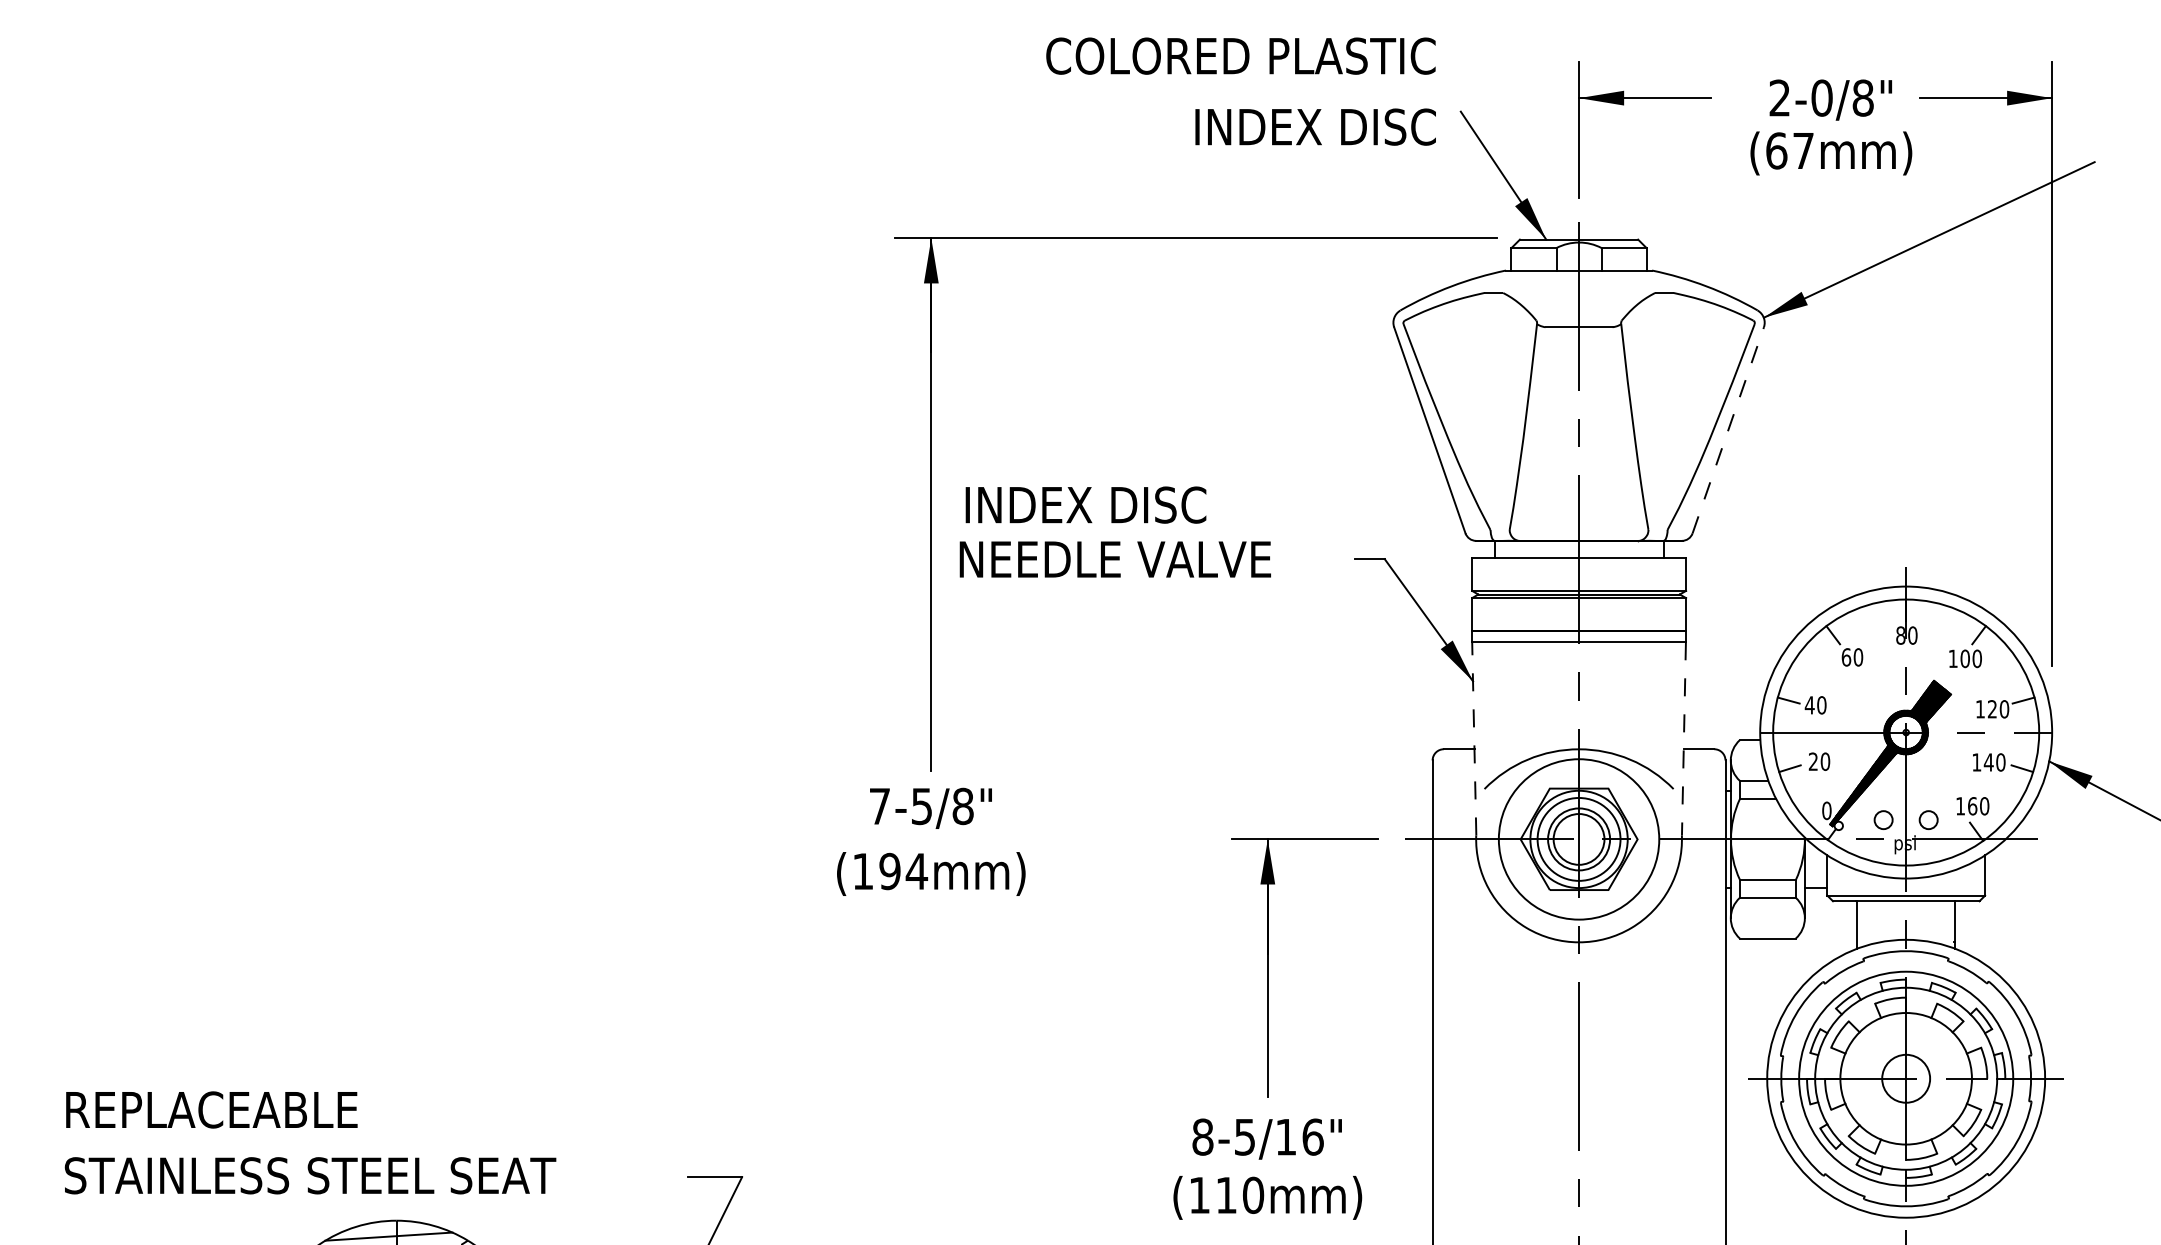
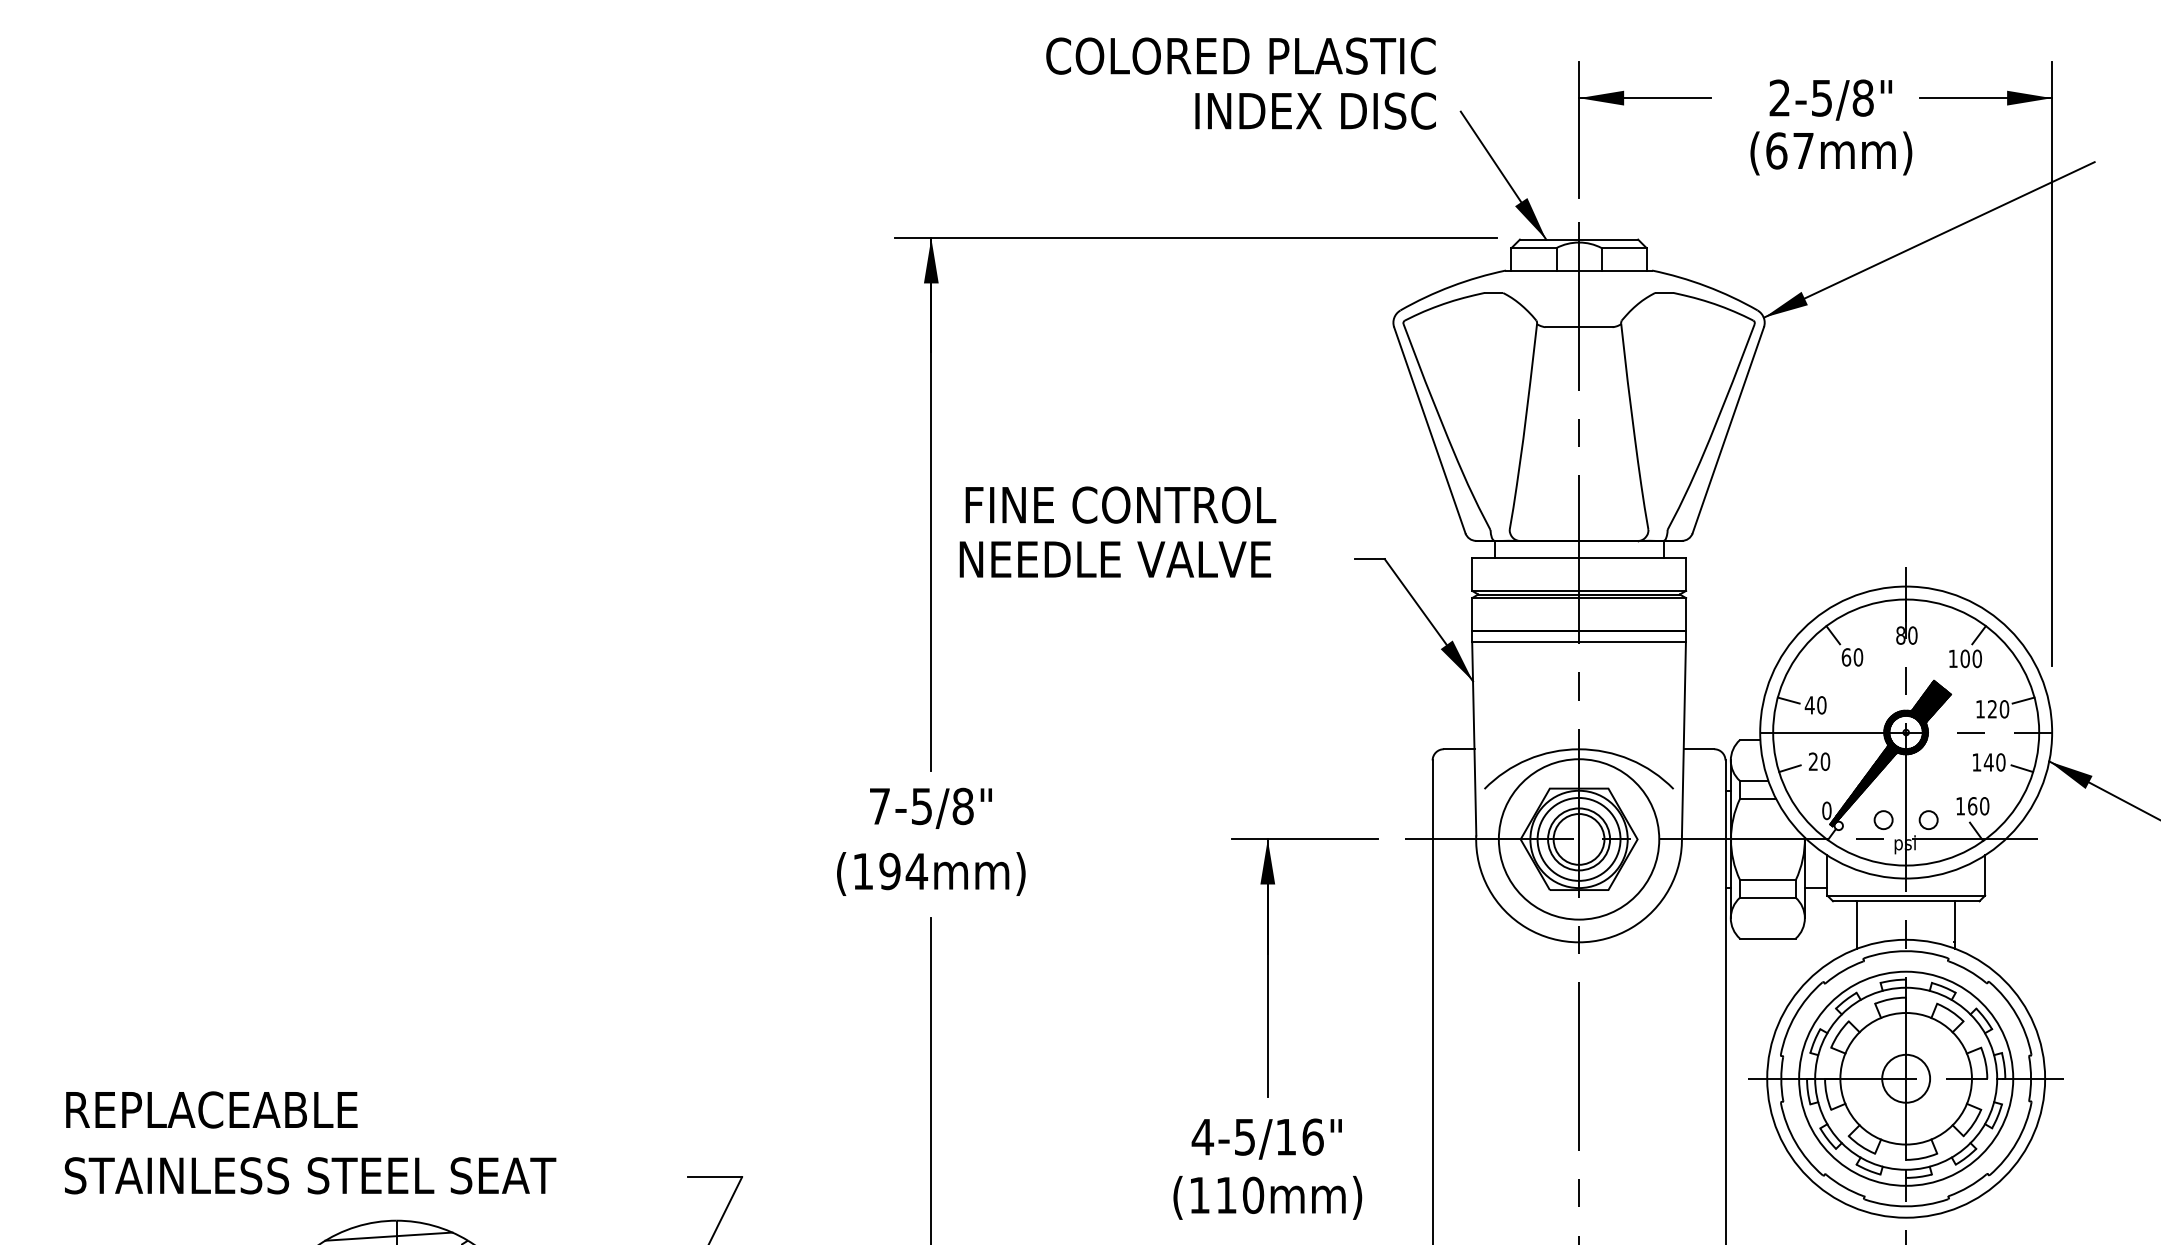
text at (1821, 97): 2-0/8" -> 2-5/8"
text at (1315, 126) position: (1315, 126) -> (1315, 110)
line at (1728, 429): dashed -> solid
text at (1123, 504): INDEX DISC -> FINE CONTROL
line at (1474, 738): dashed -> solid
line at (1683, 738): dashed -> solid
line at (931, 1079): none -> present
text at (1202, 1136): 8-5/16" -> 4-5/16"
